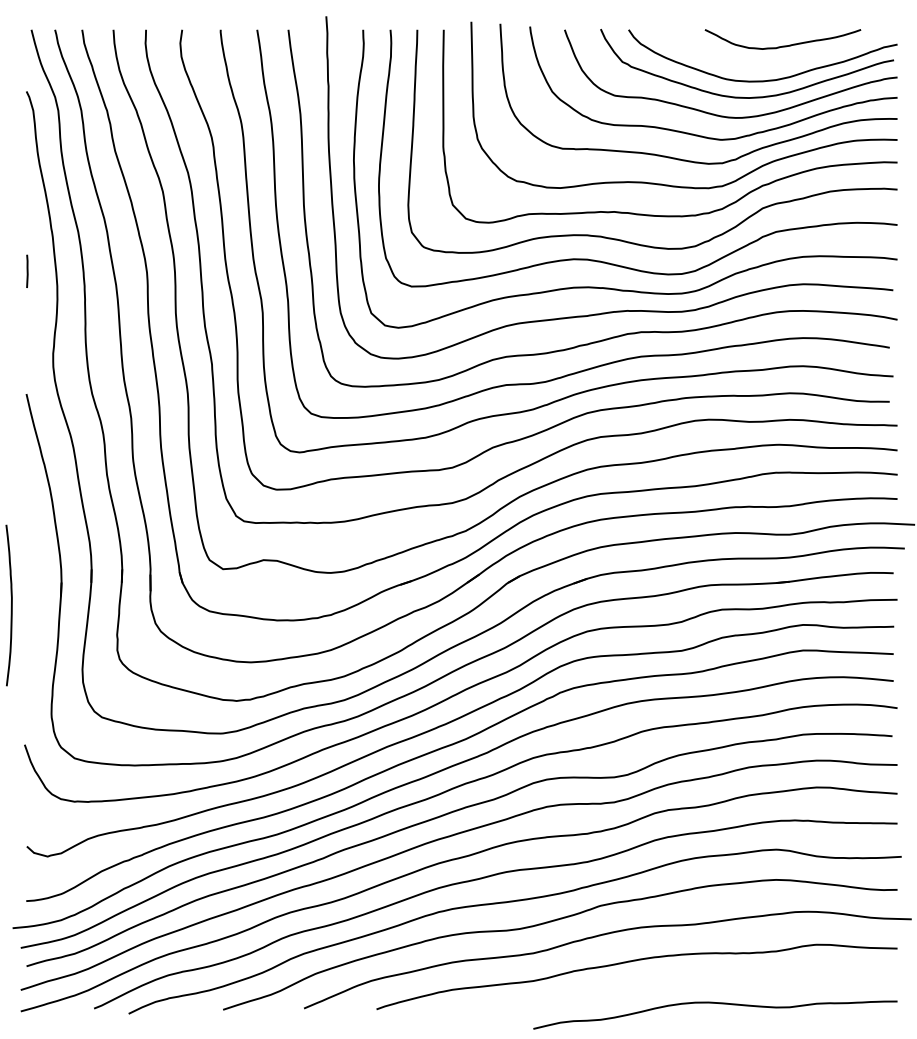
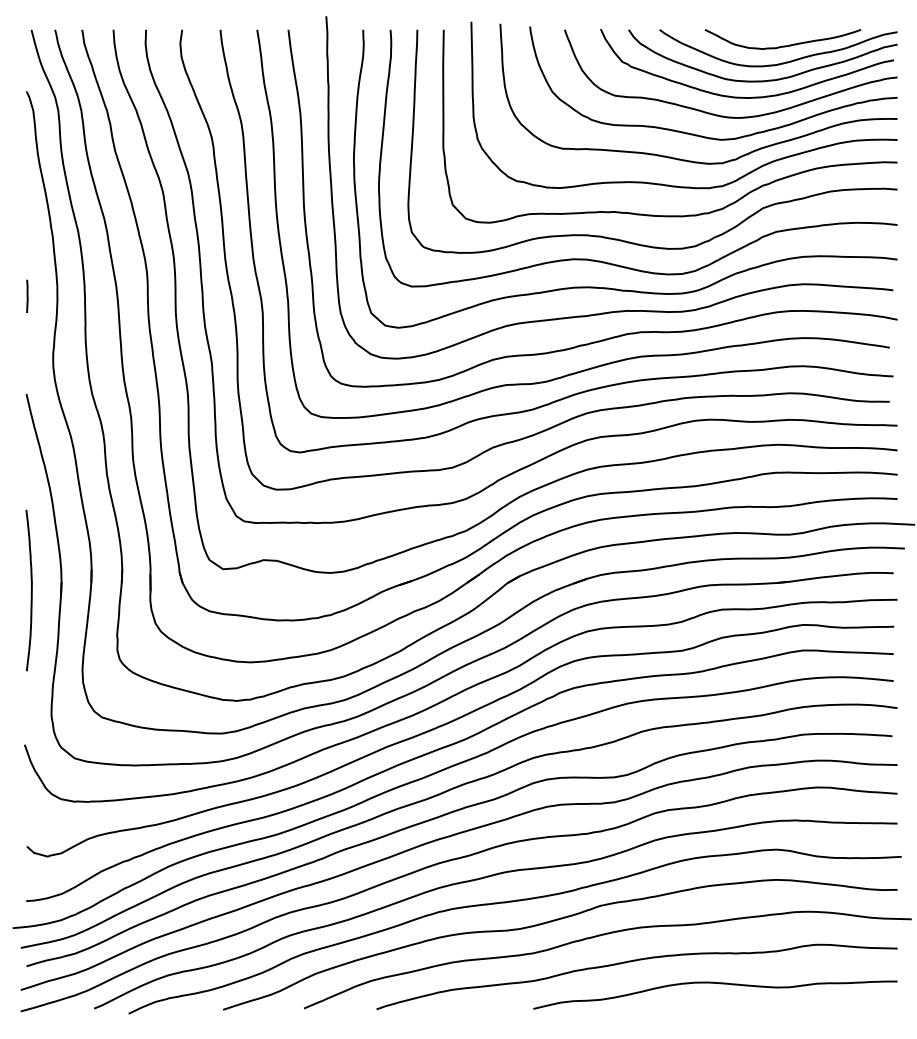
curve at (781, 62): none -> present
line at (27, 270) position: (27, 270) -> (27, 295)
curve at (10, 606) position: (10, 606) -> (30, 591)
curve at (719, 1004) position: (719, 1004) -> (719, 984)
